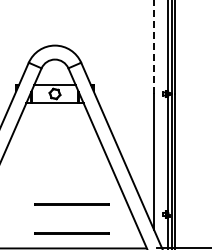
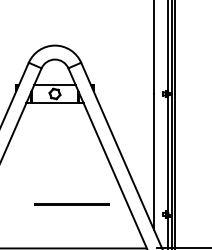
line at (154, 47): dashed -> solid
line at (71, 233): present -> none
